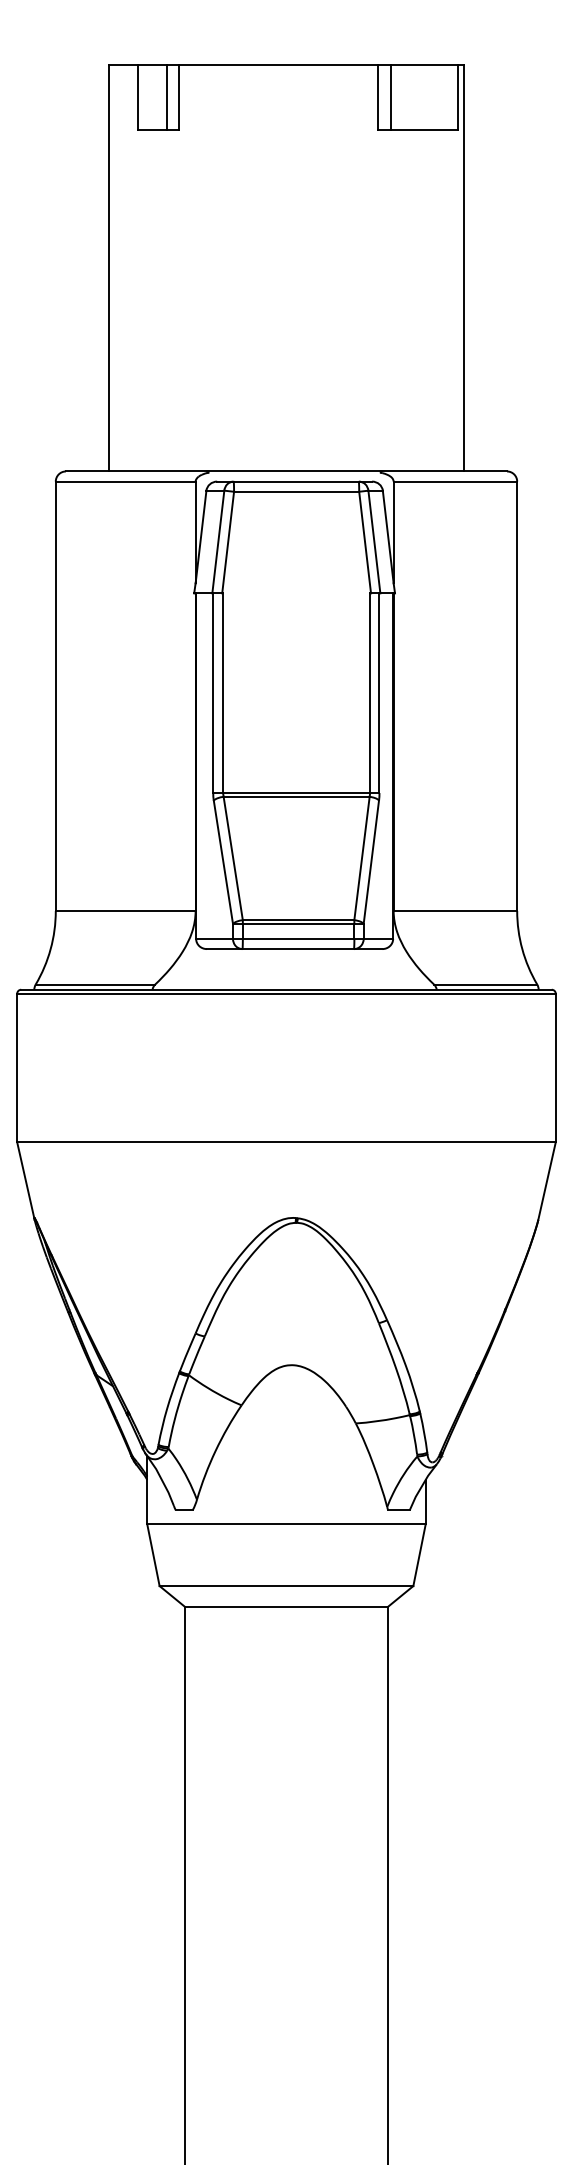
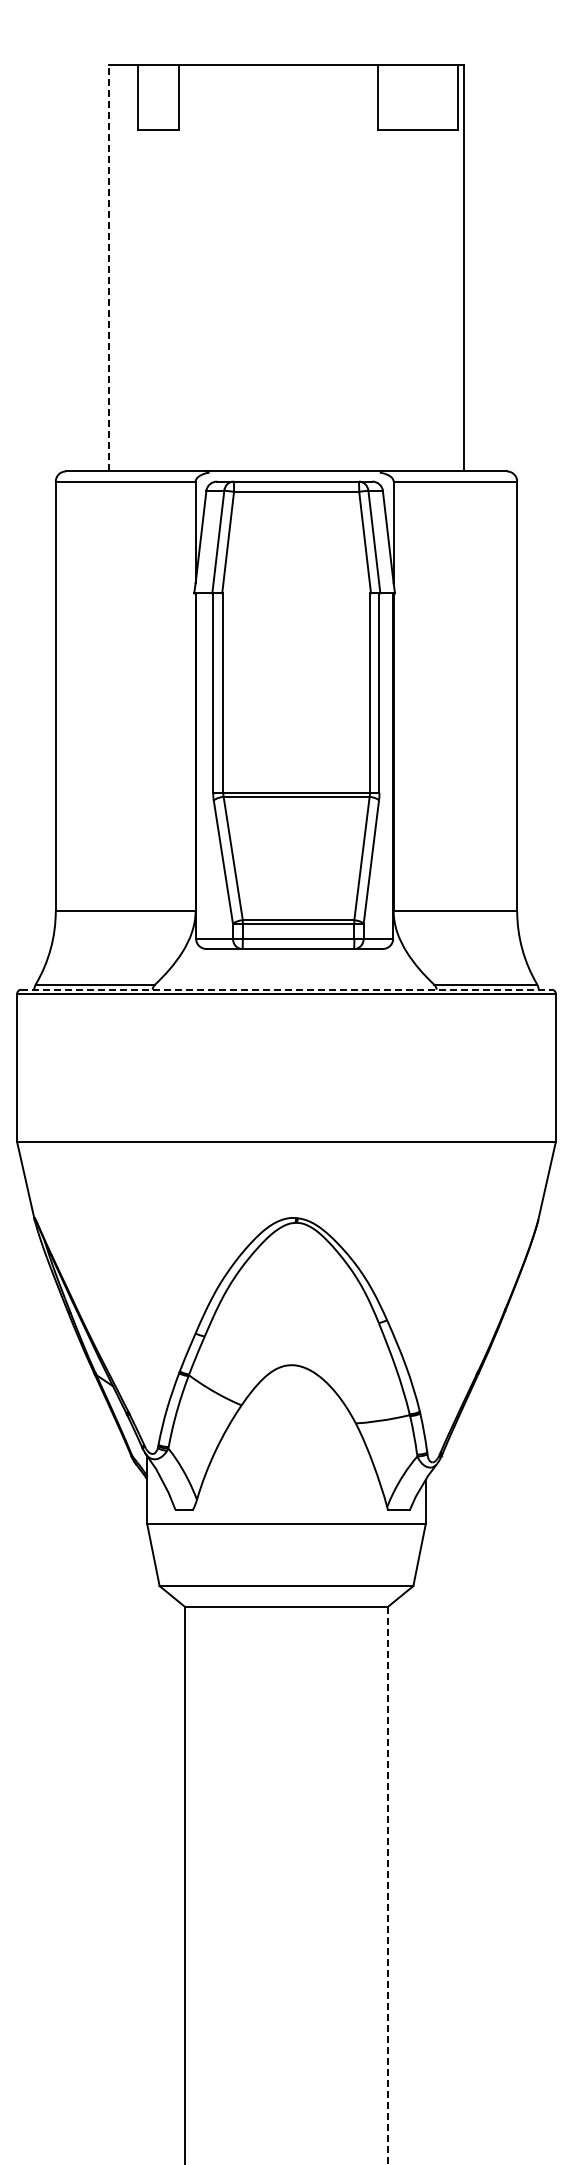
line at (167, 96): present -> none
line at (391, 96): present -> none
line at (108, 267): solid -> dashed
line at (287, 989): solid -> dashed
line at (388, 1885): solid -> dashed
